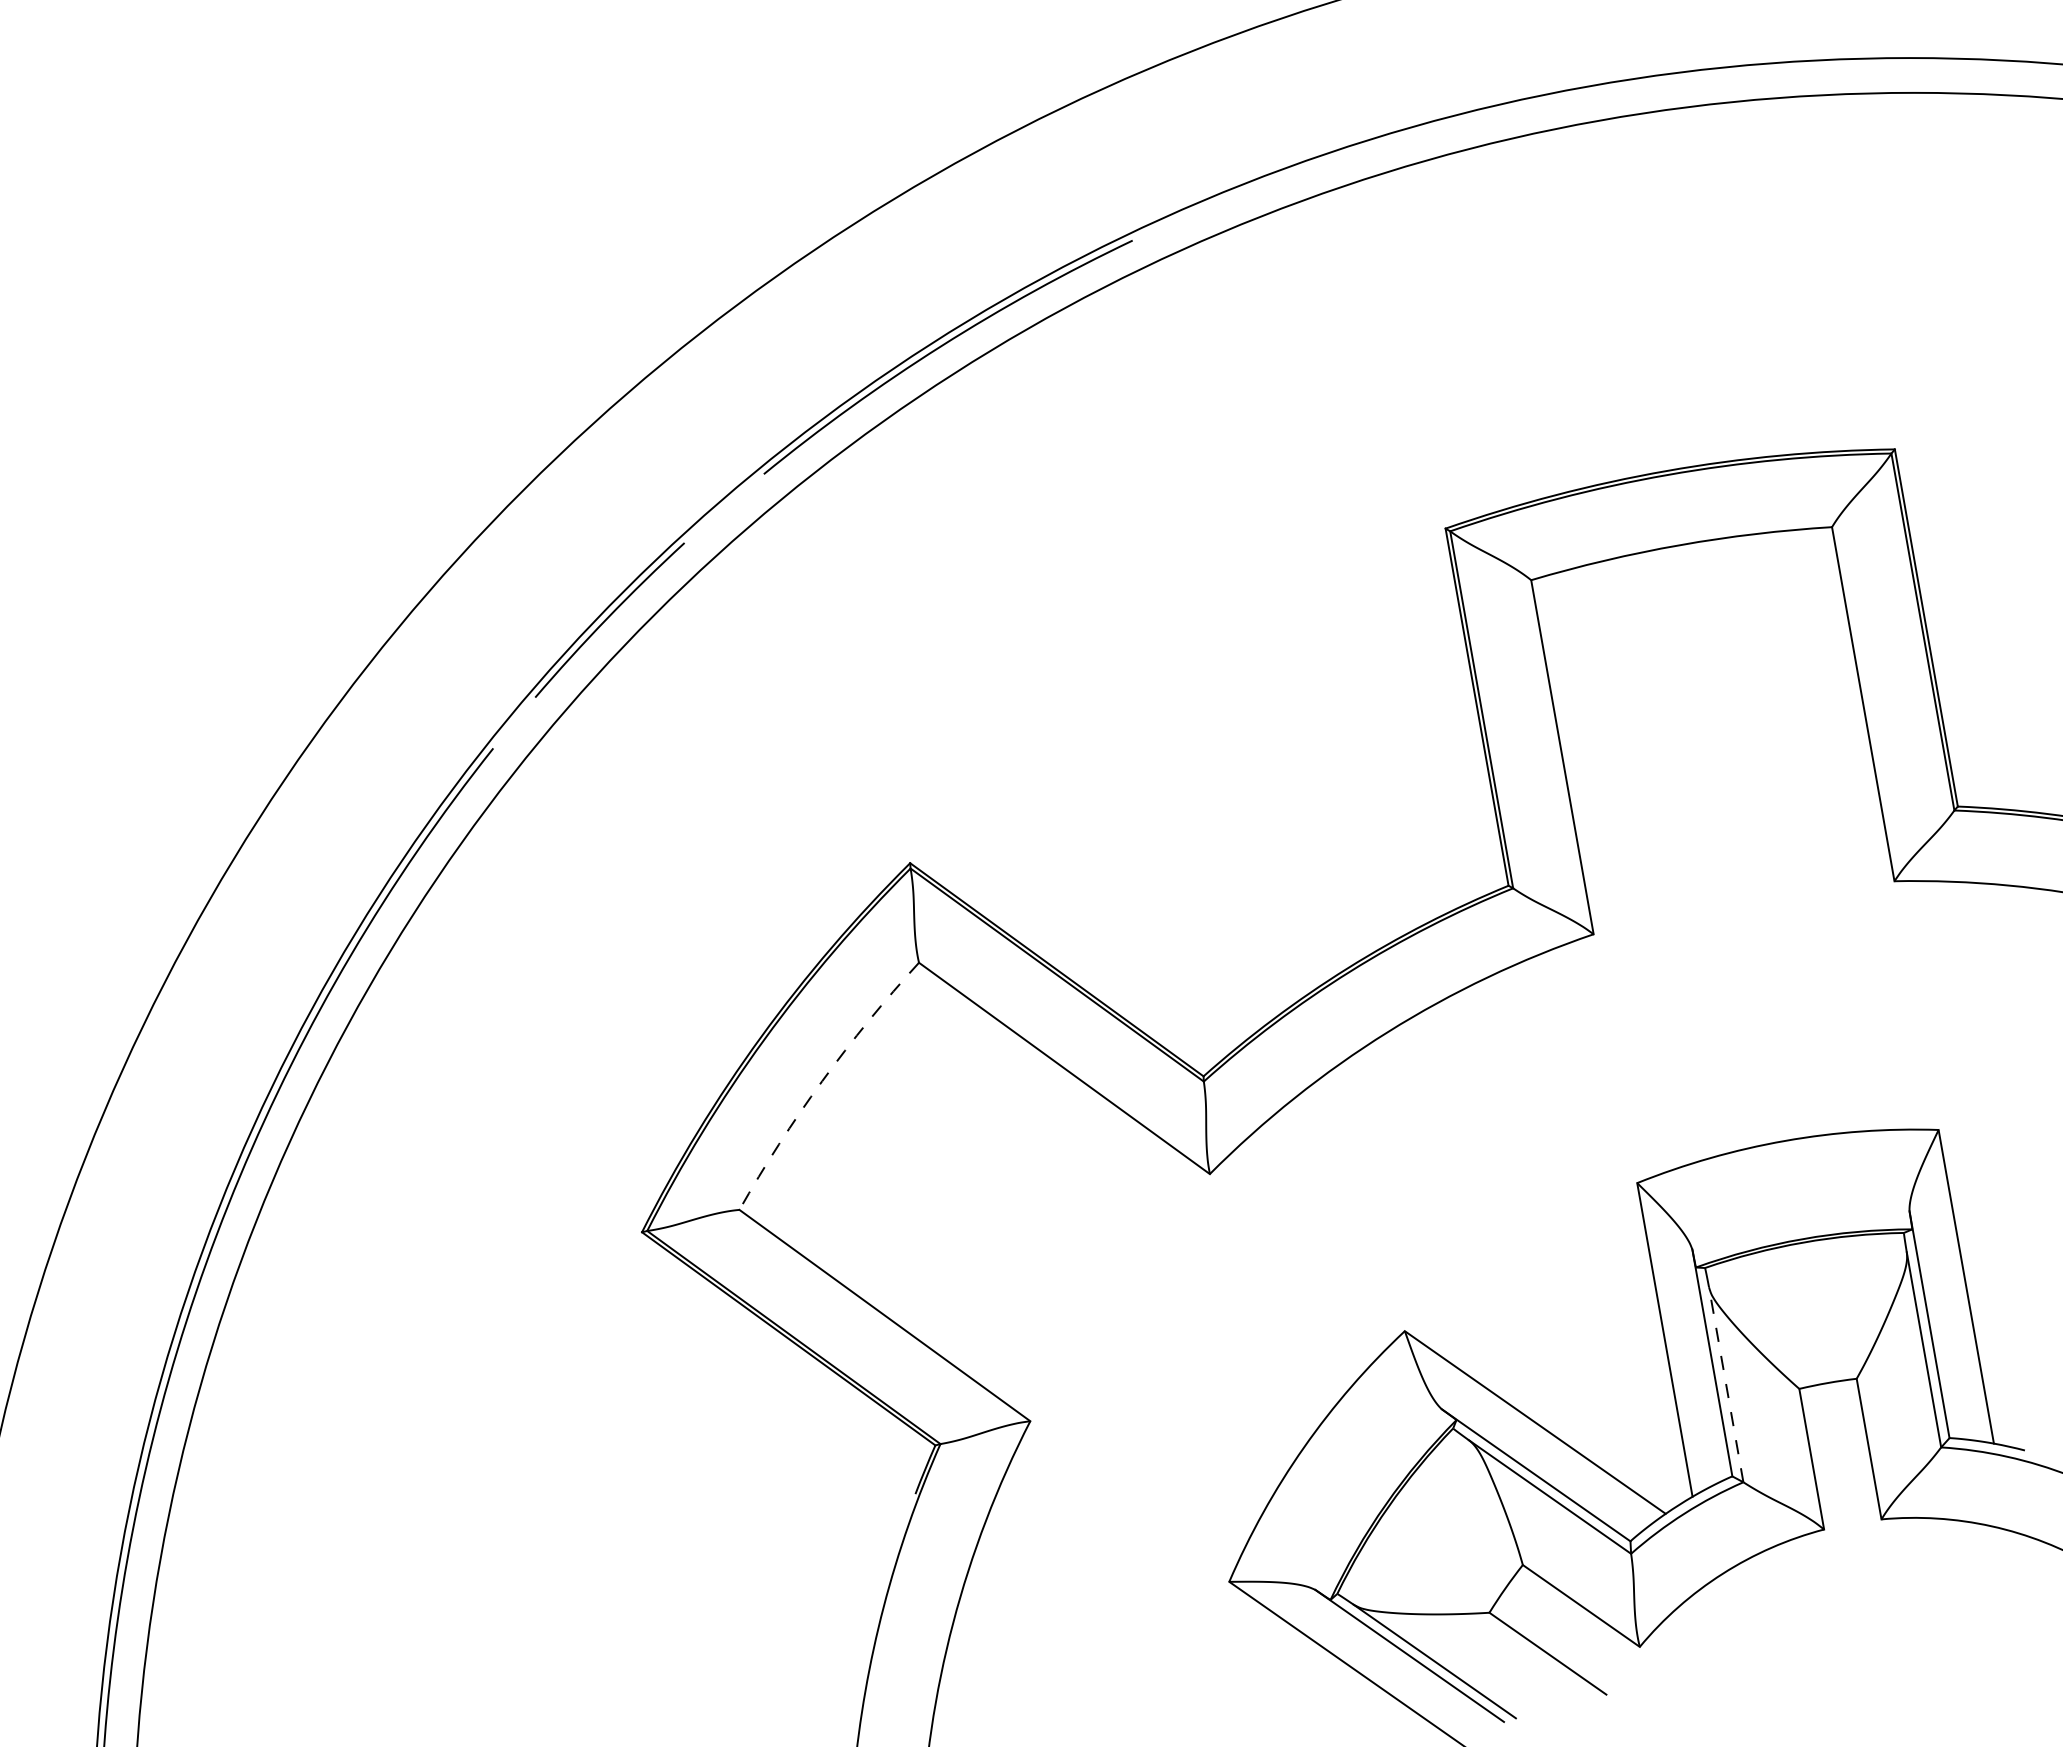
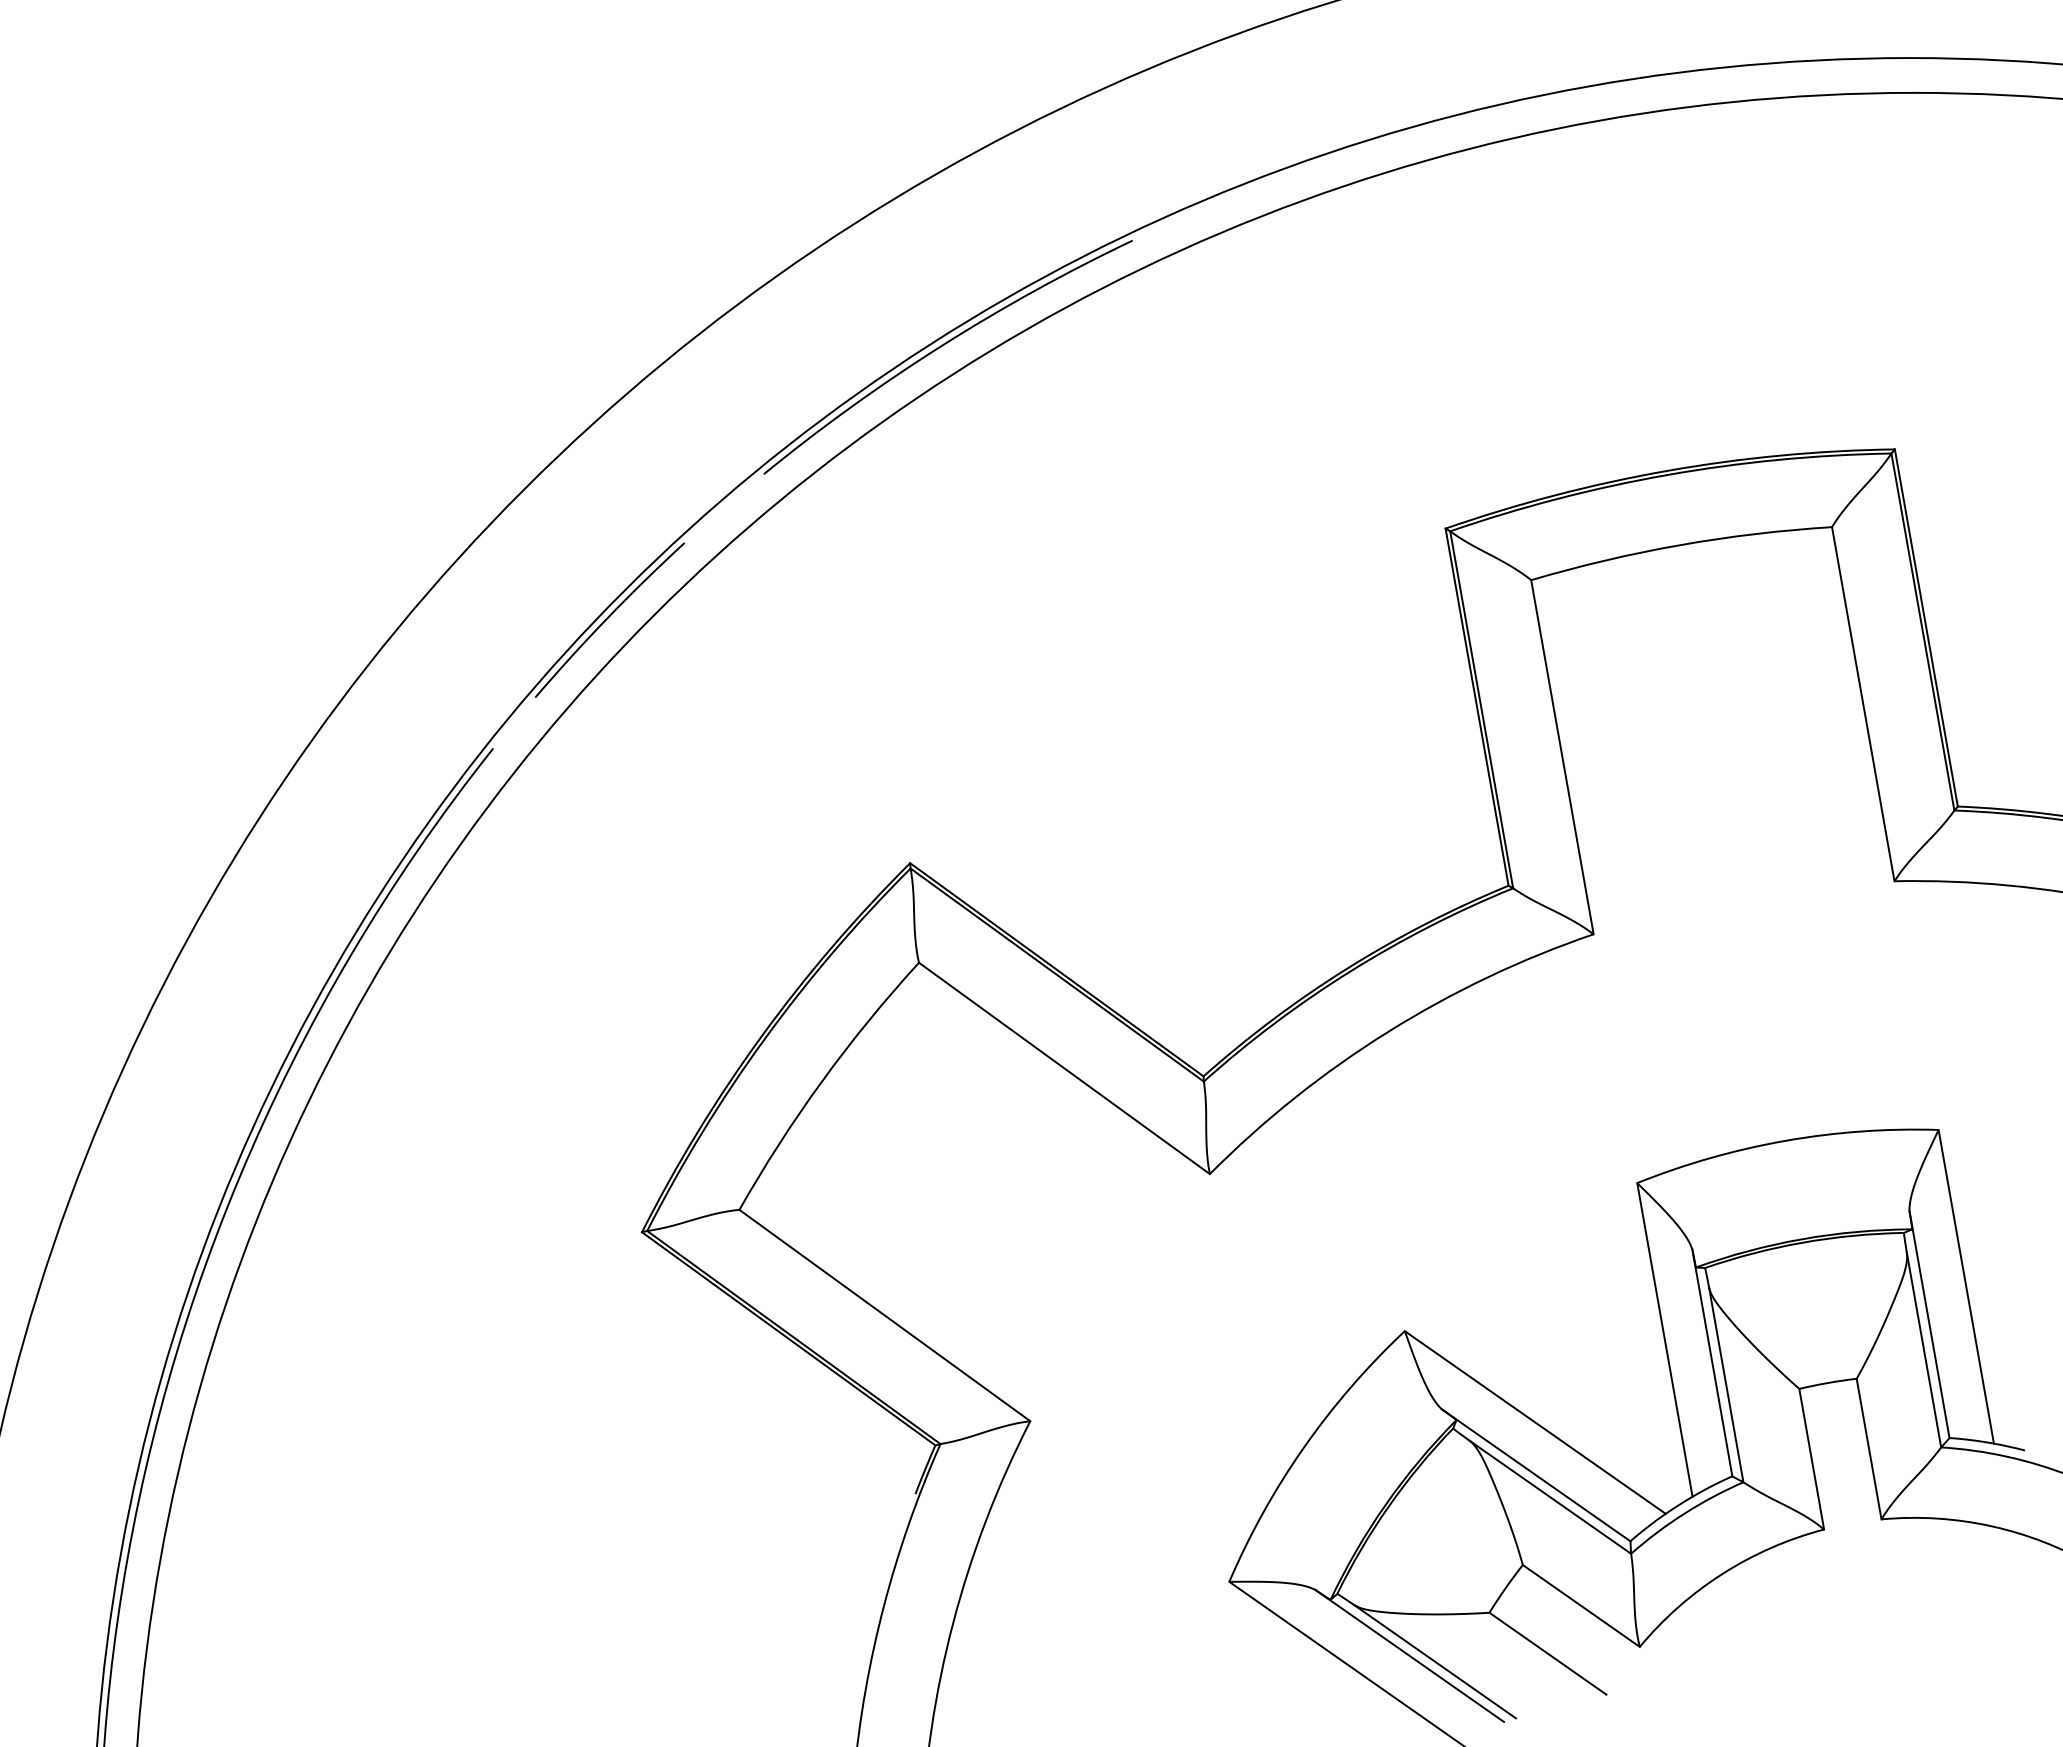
arc at (822, 1081): dashed -> solid
line at (1726, 1384): dashed -> solid
